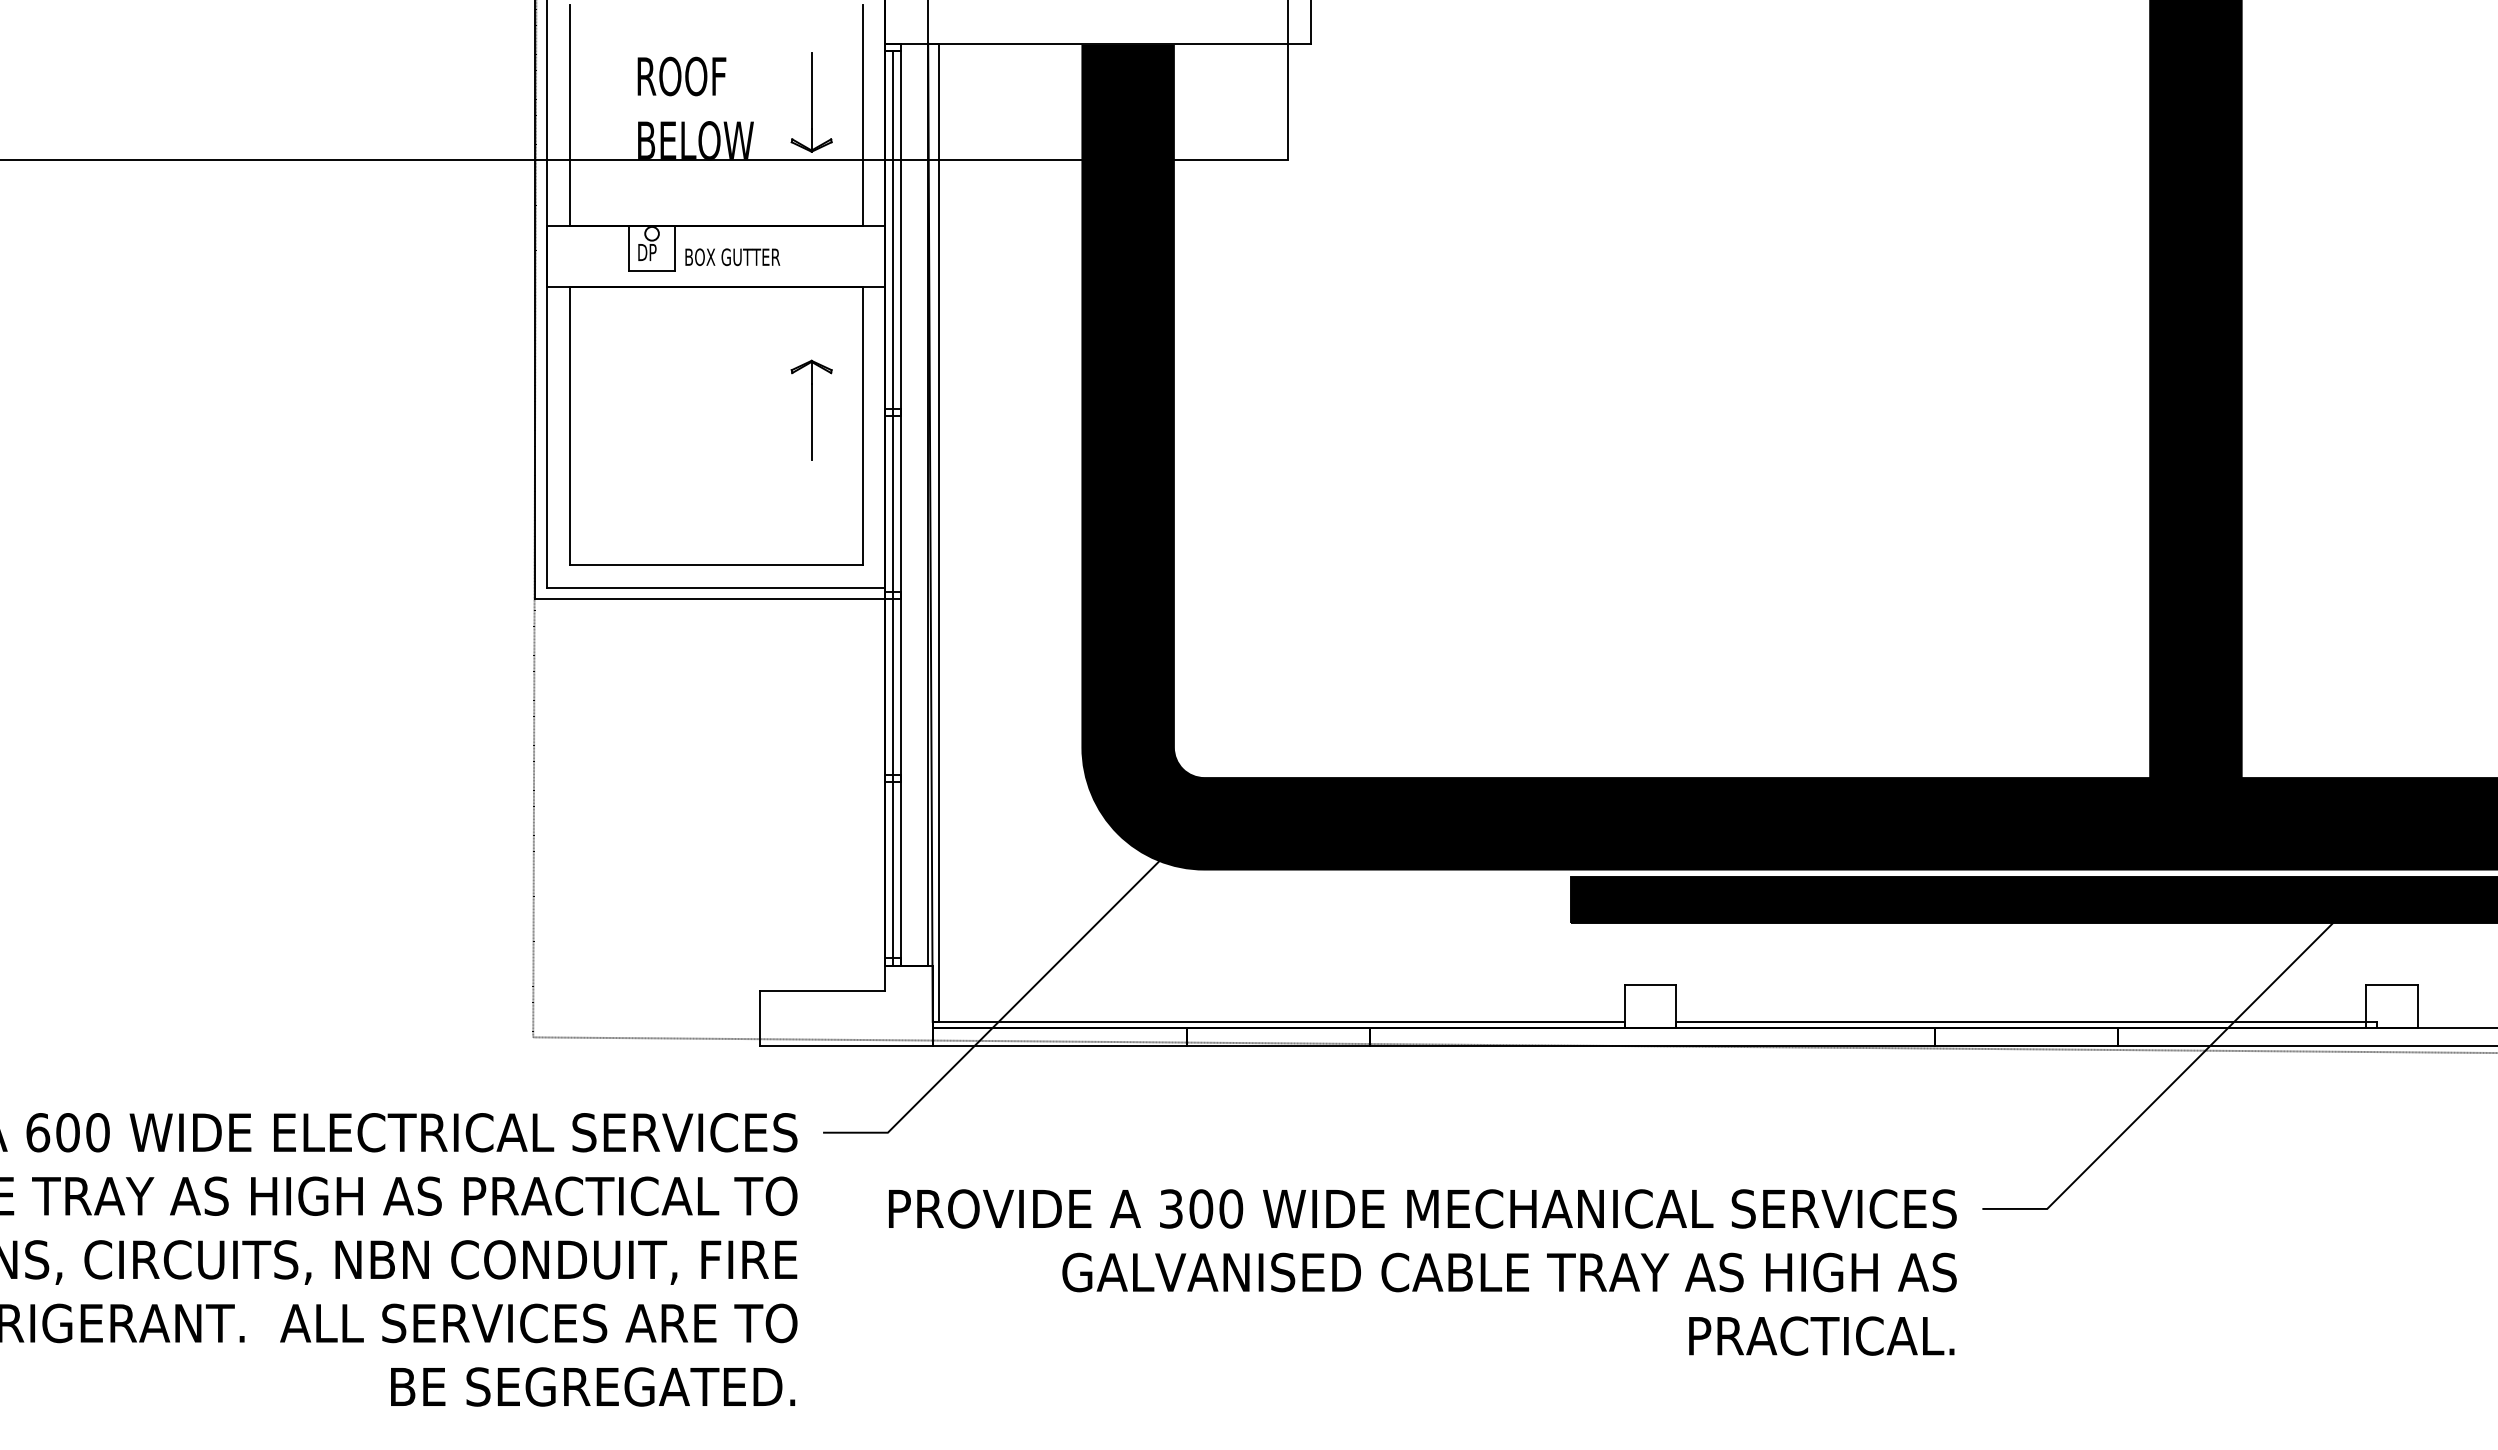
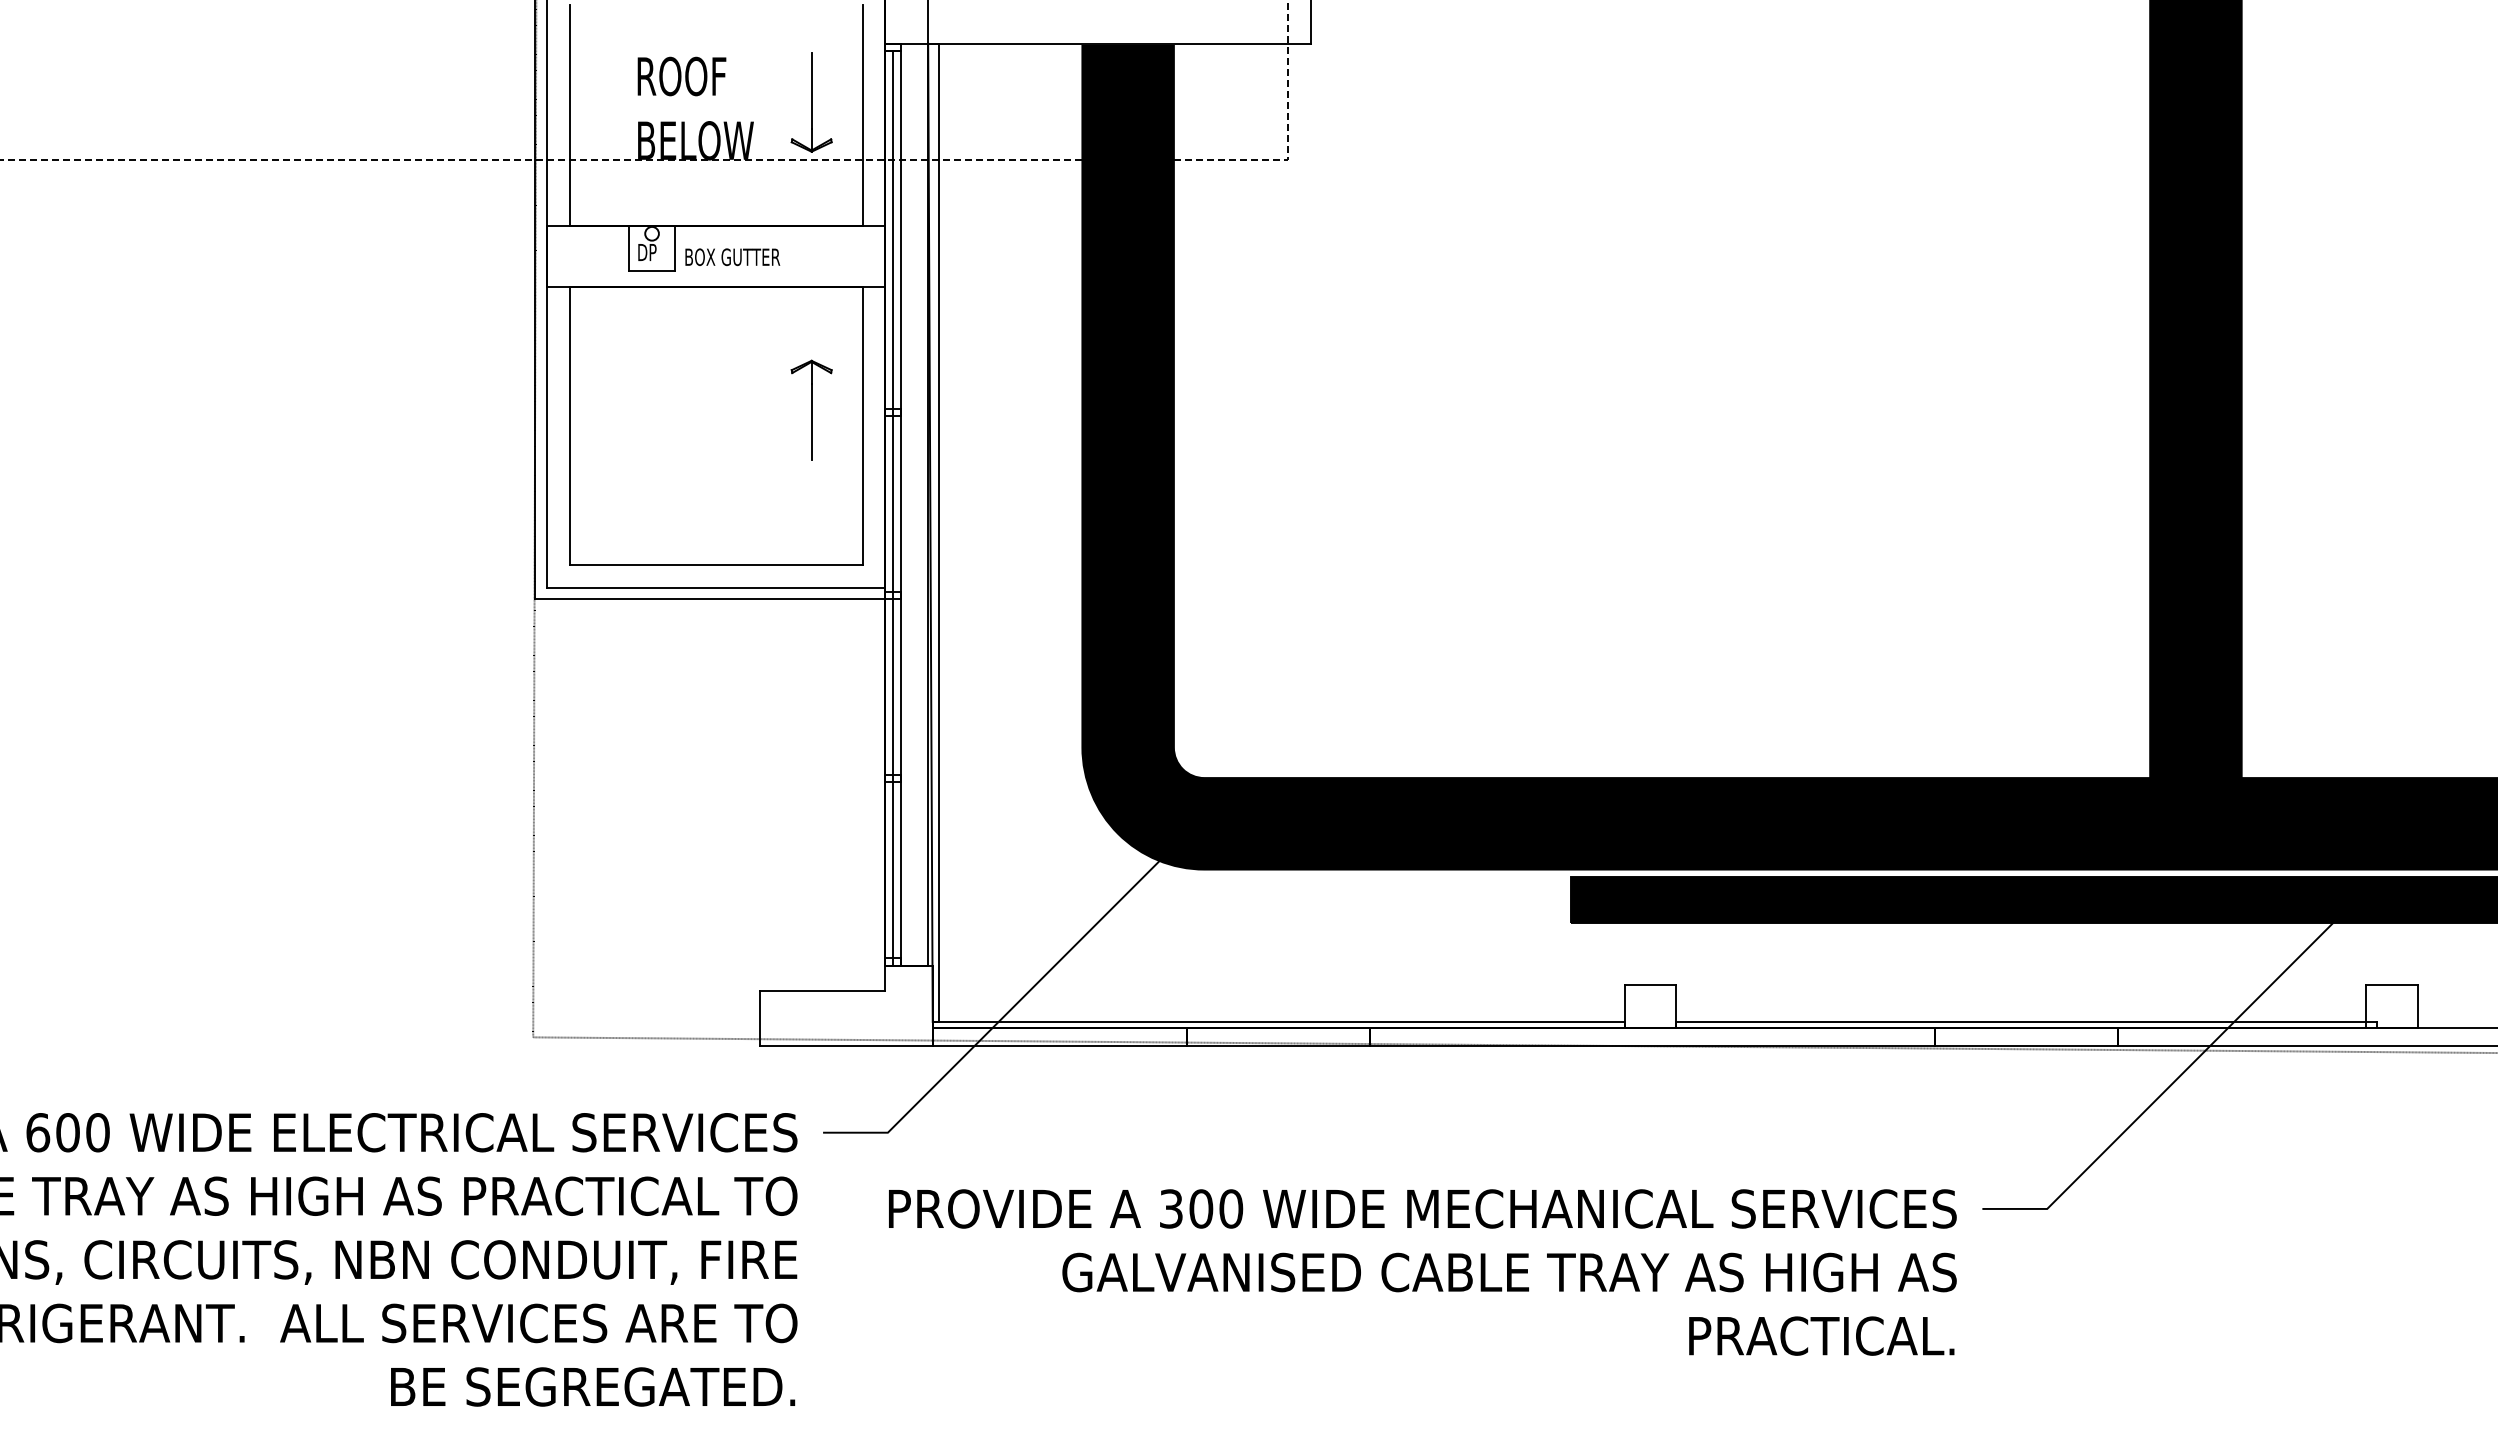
line at (724, 160): solid -> dashed
